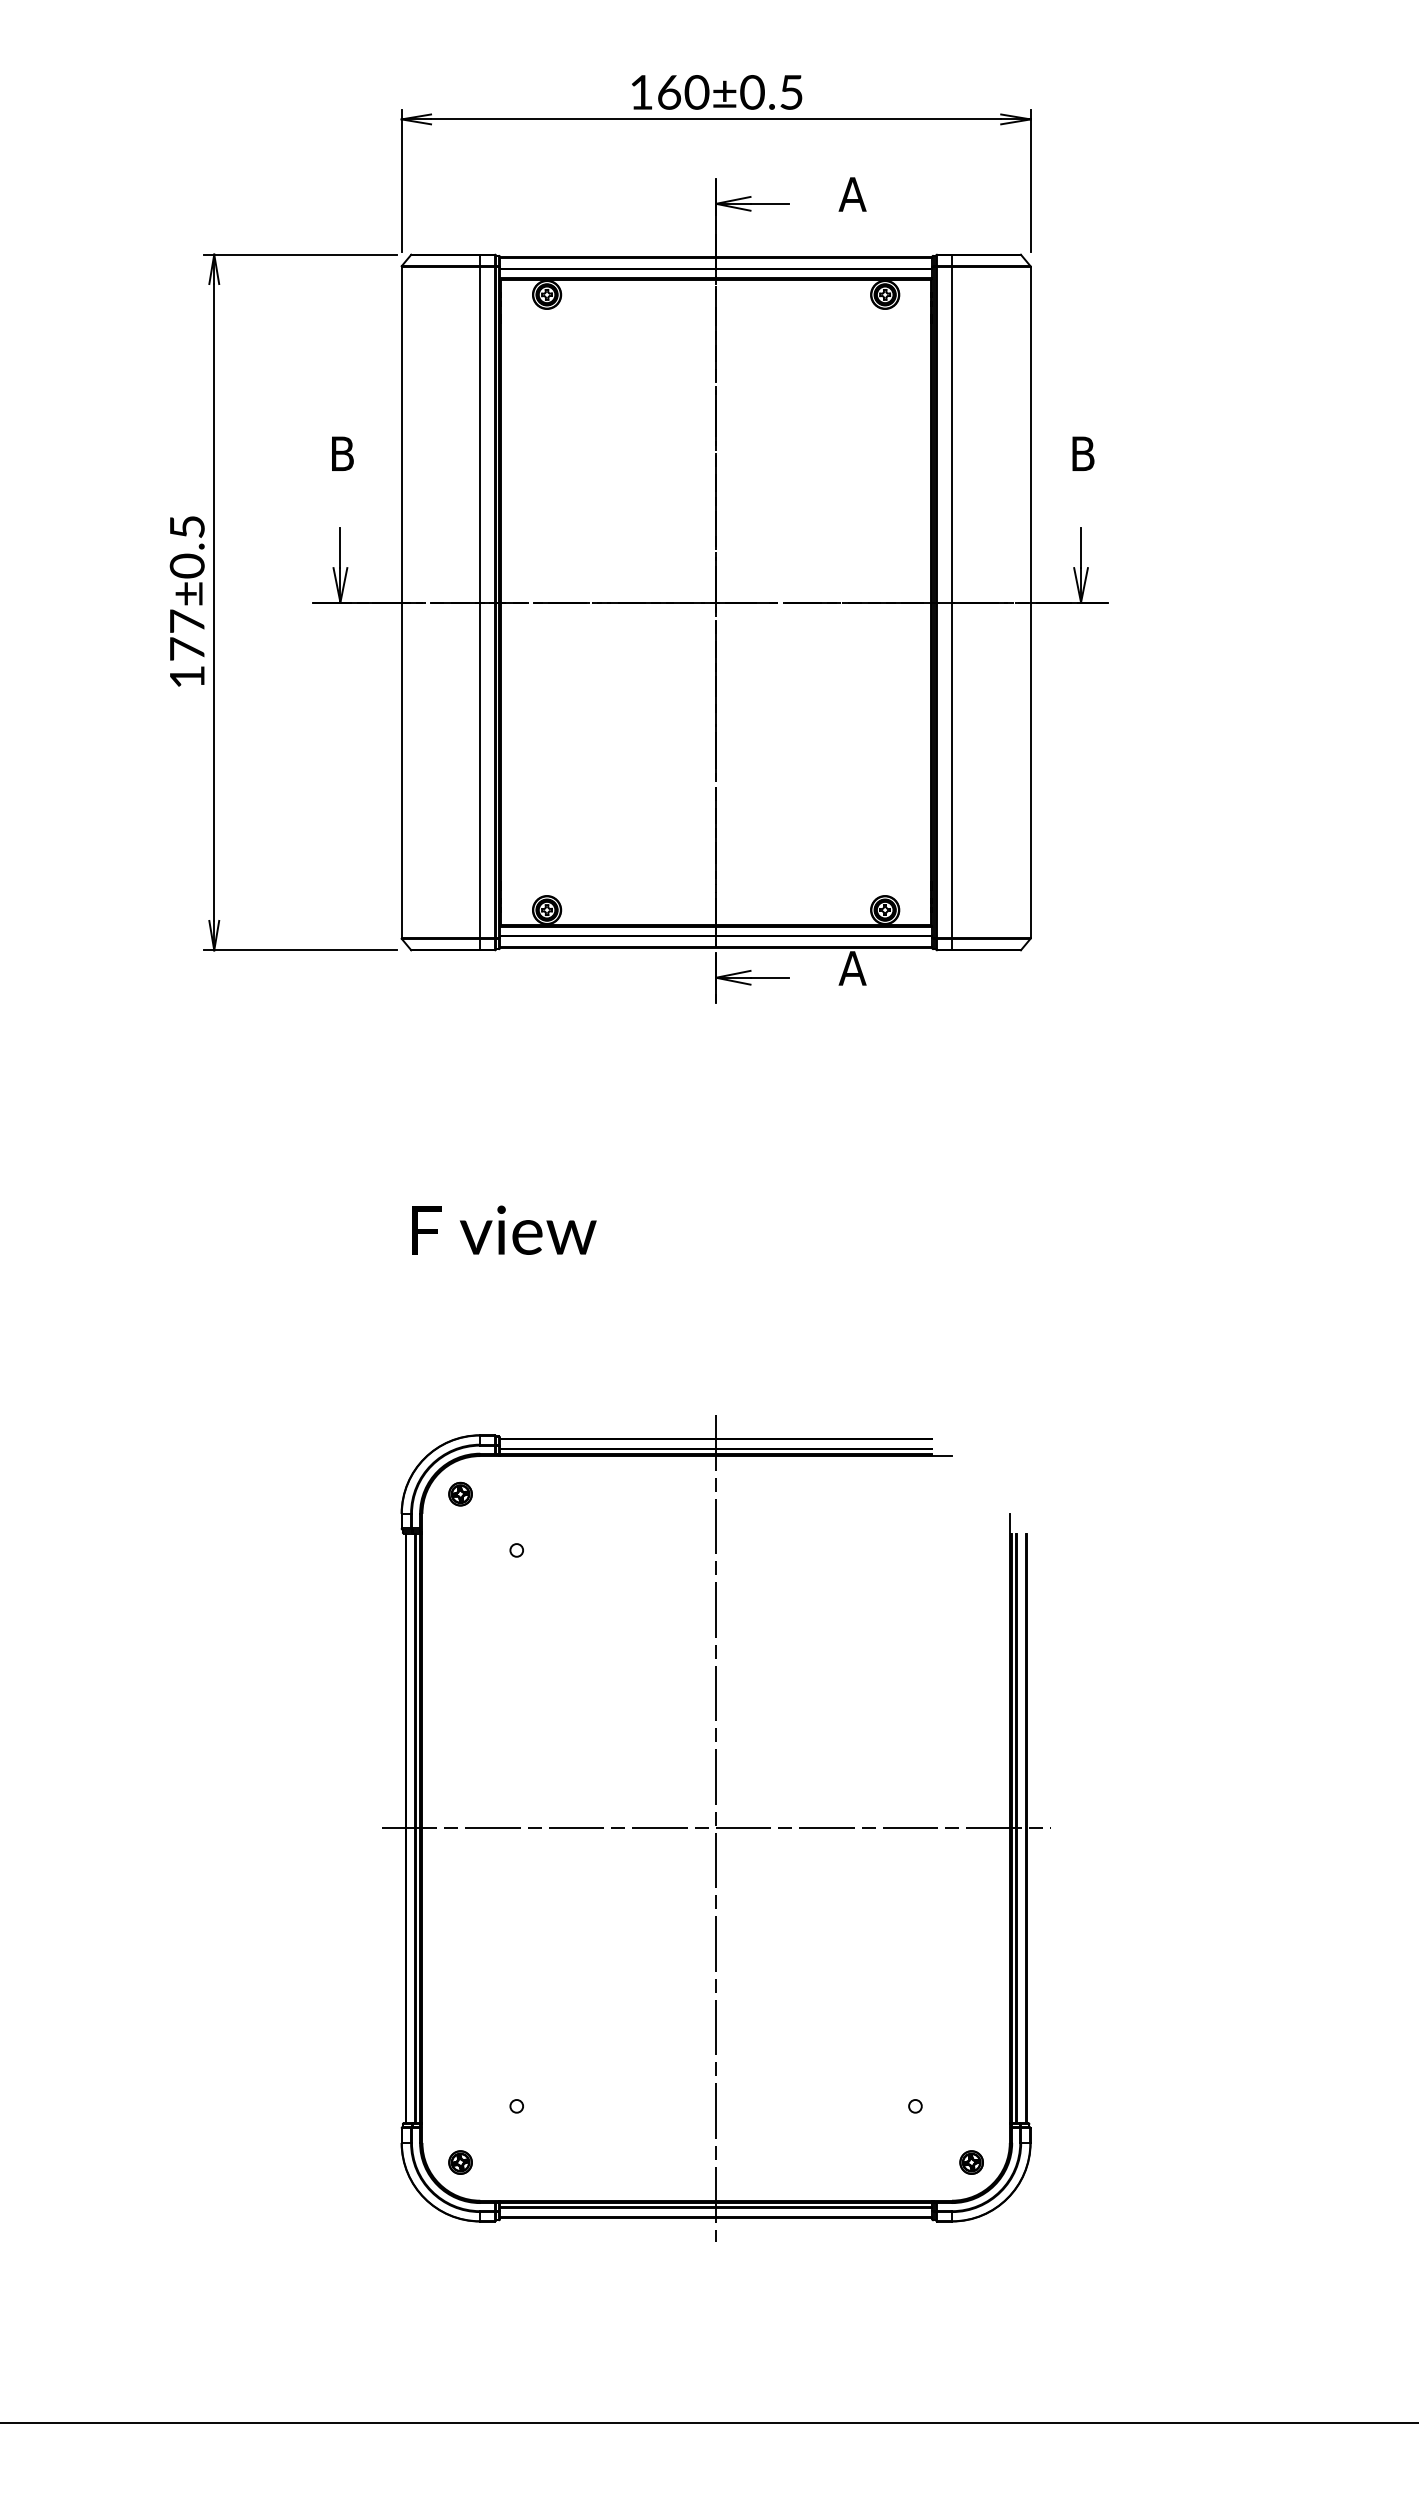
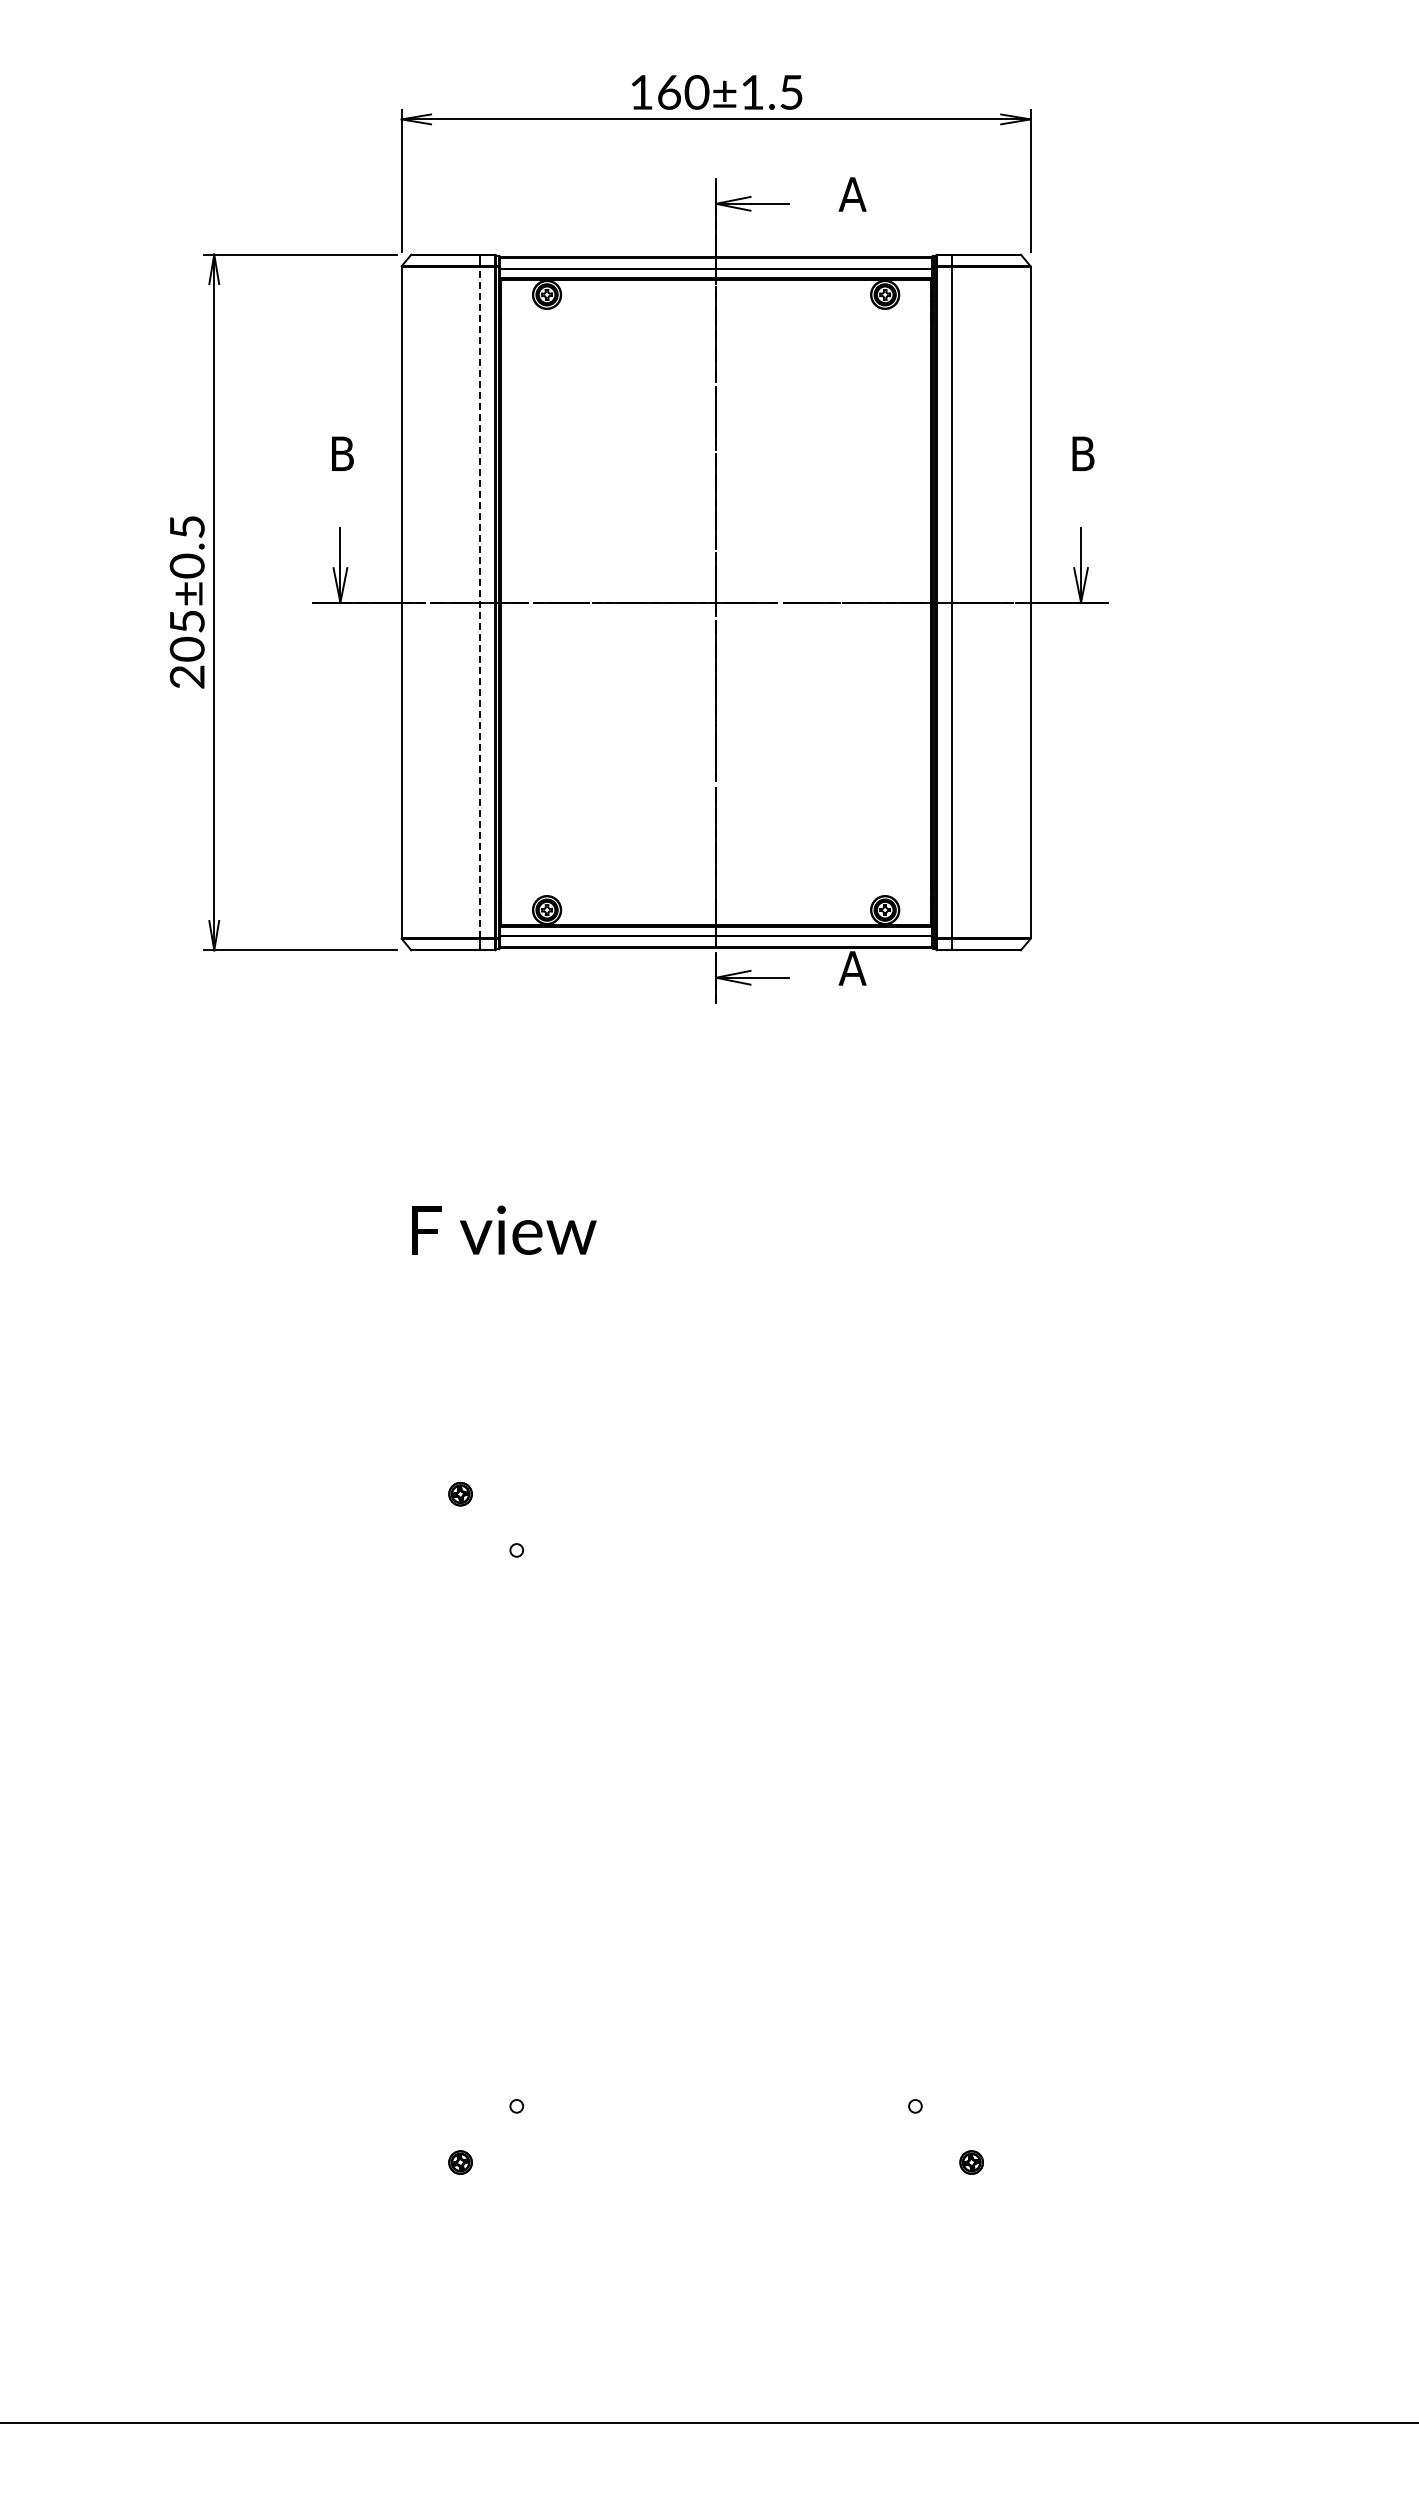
text at (752, 92): 160±0.5 -> 160±1.5
line at (480, 602): solid -> dashed
text at (186, 648): 177±0.5 -> 205±0.5
part at (716, 1828): present -> none
